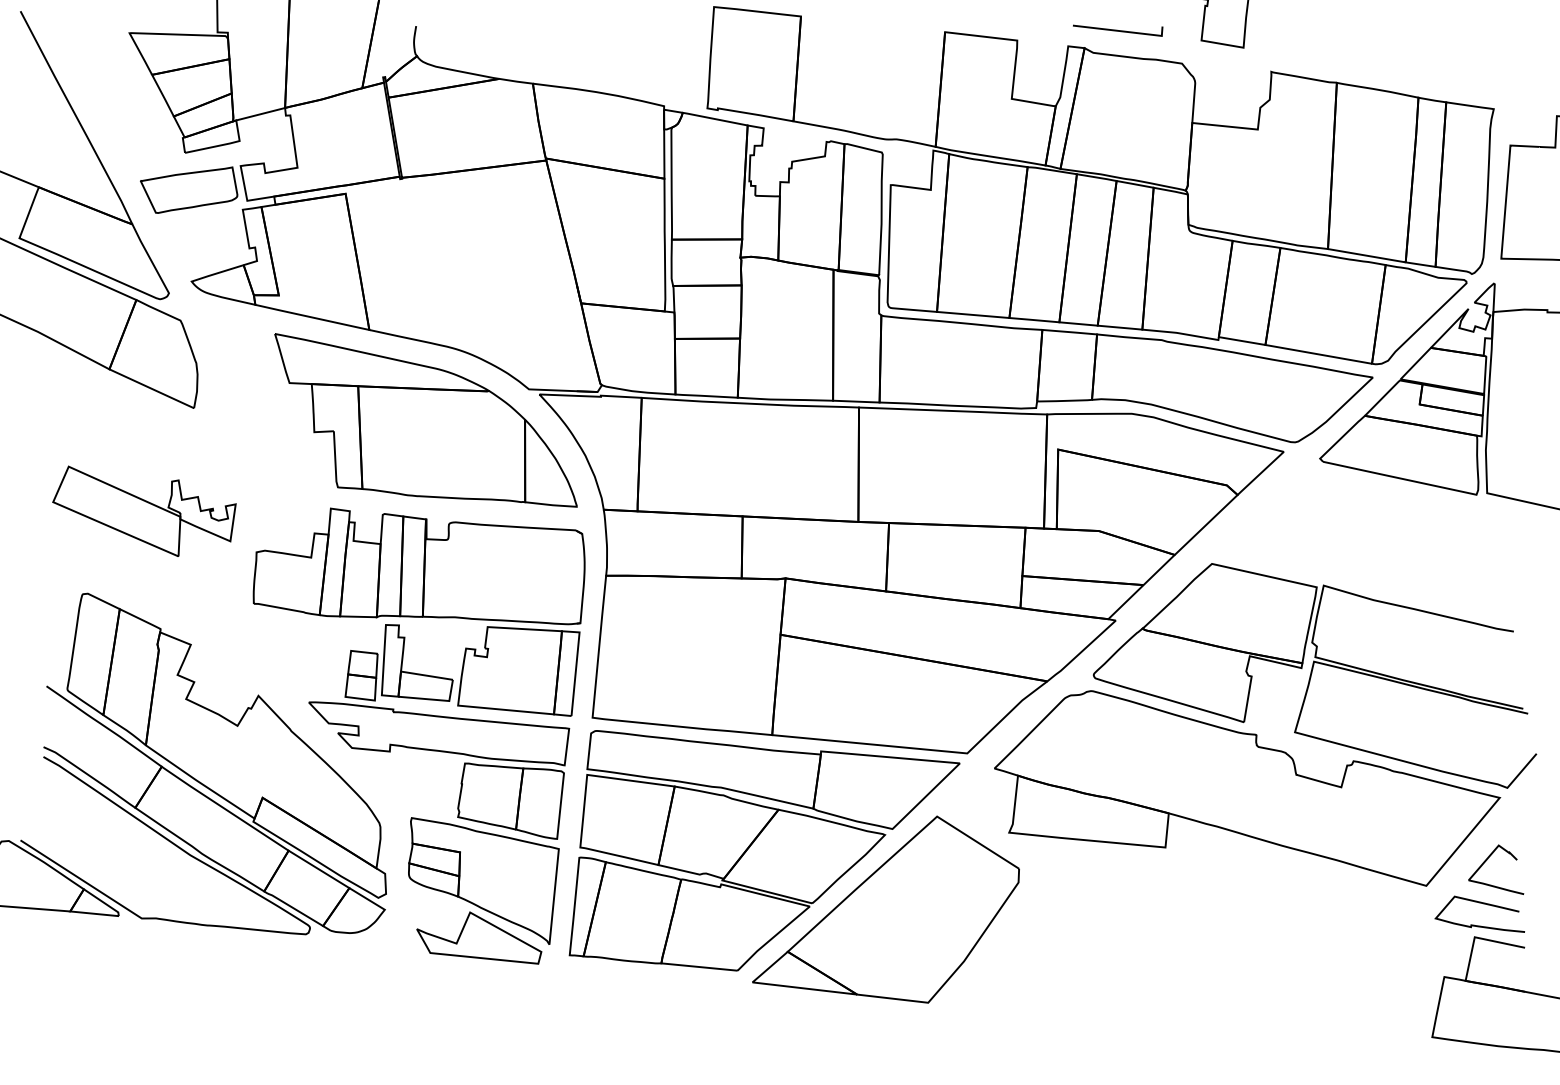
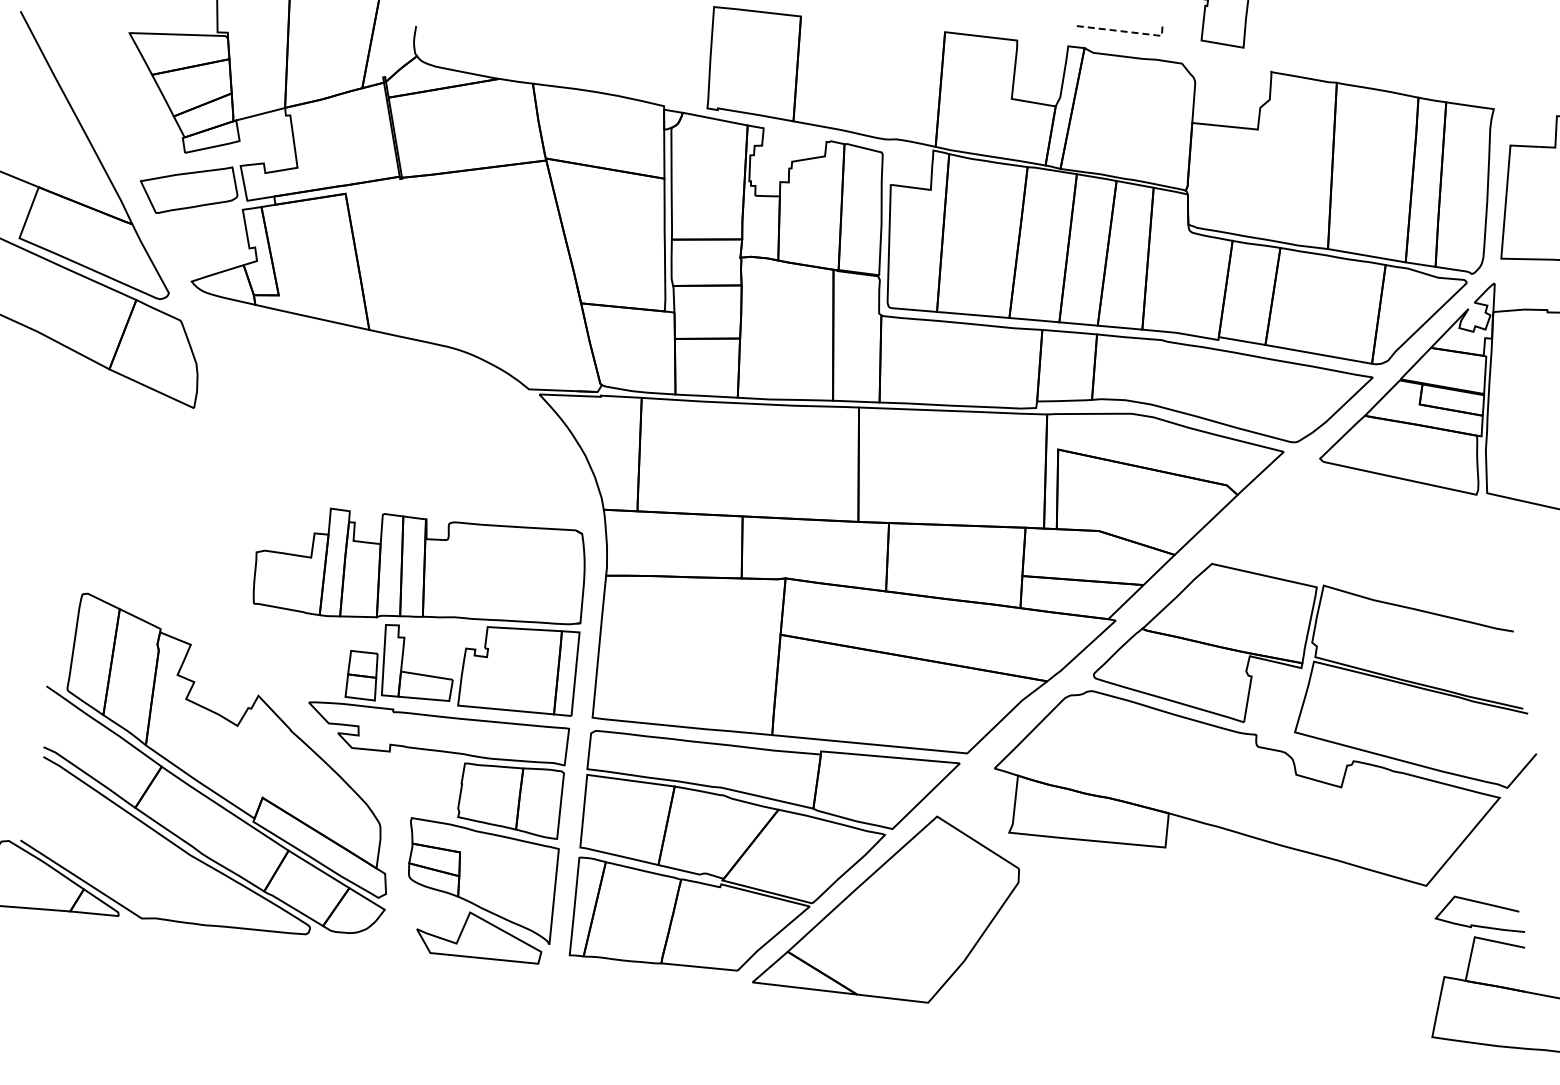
line at (1123, 31): solid -> dashed
part at (425, 420): present -> none
part at (144, 510): present -> none
curve at (1487, 860): present -> none
